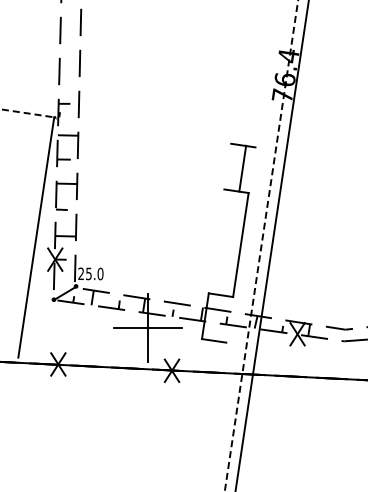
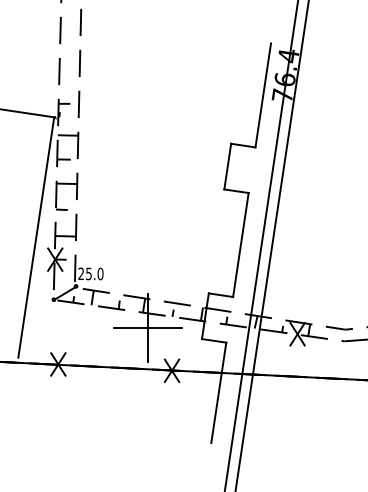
line at (263, 95): none -> present
line at (27, 113): dashed -> solid
line at (242, 168) position: (242, 168) -> (227, 166)
line at (261, 245): dashed -> solid
line at (218, 392): none -> present
